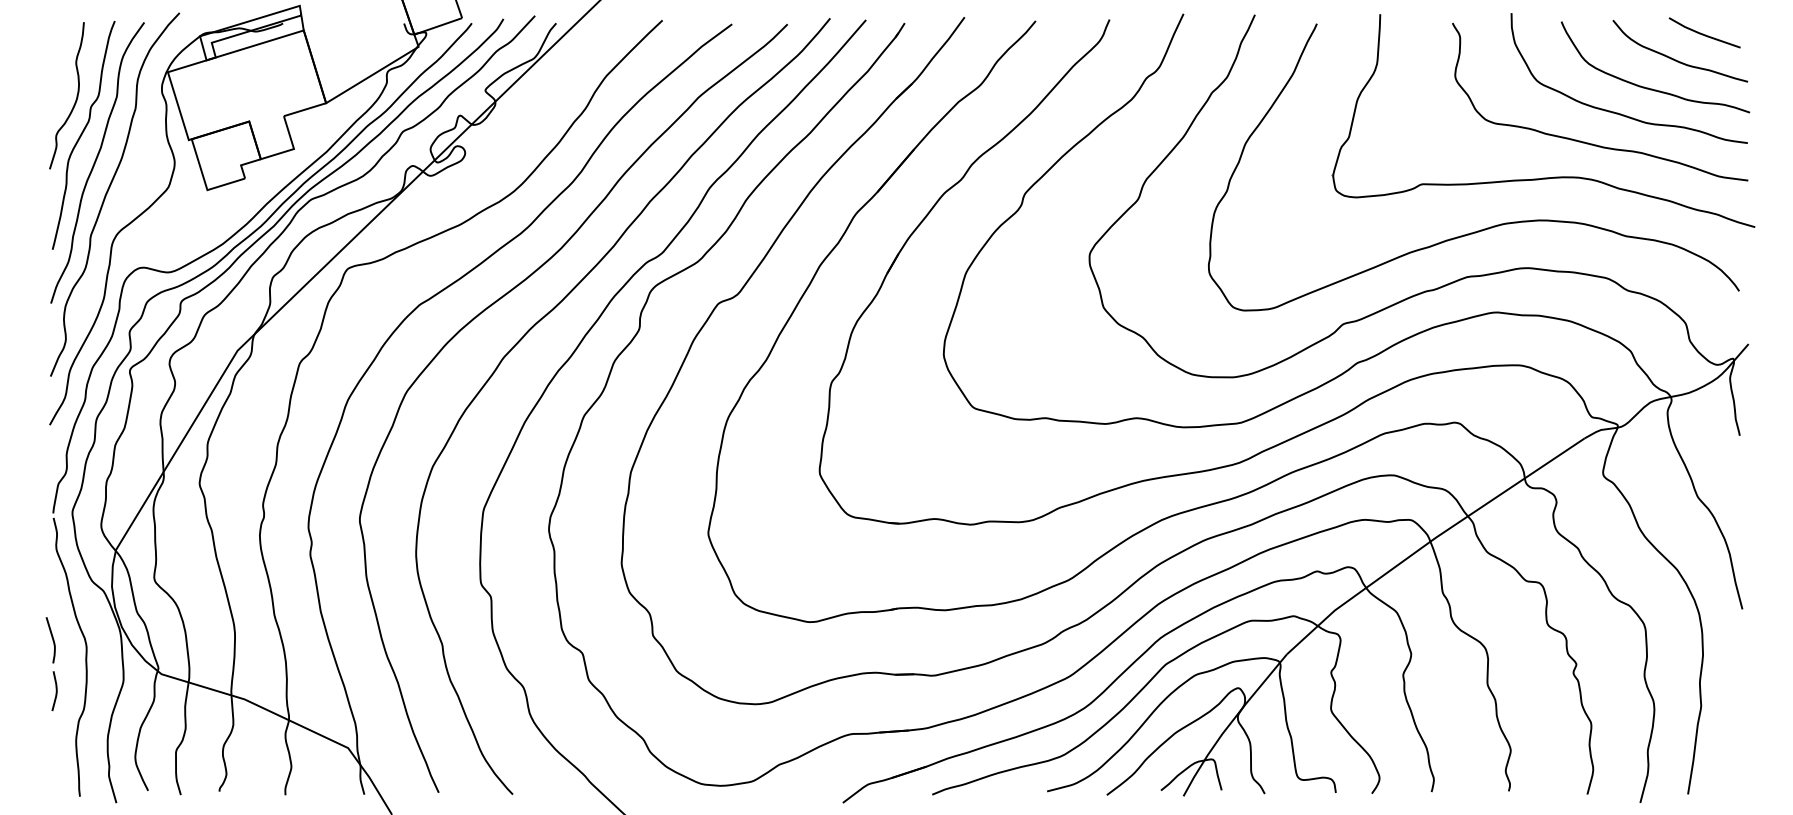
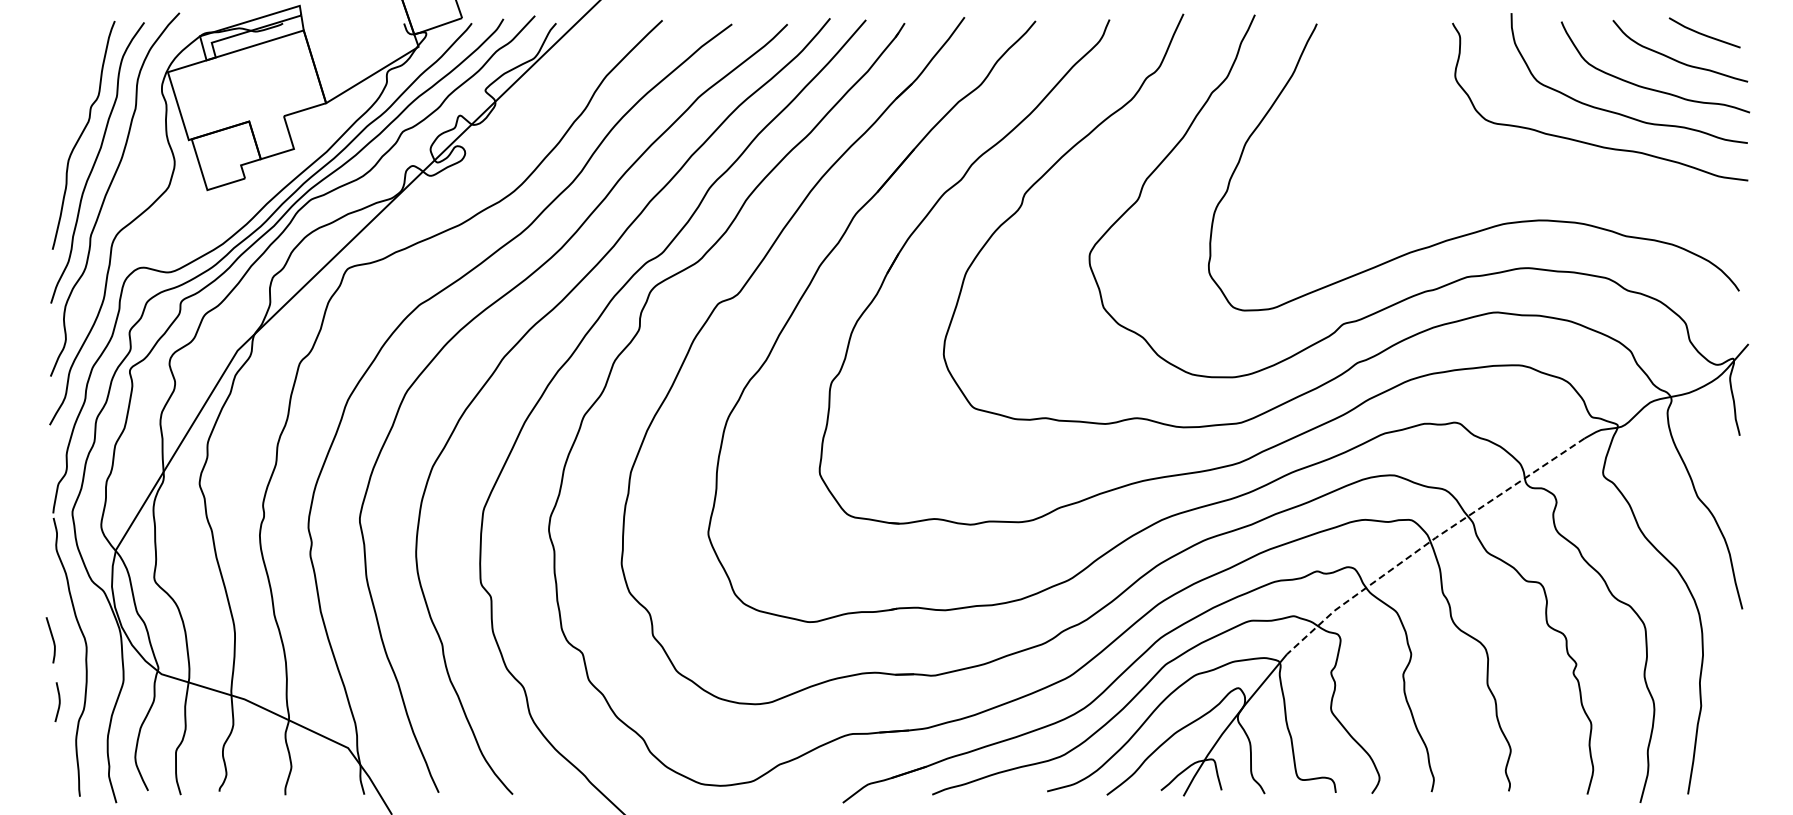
curve at (75, 99): present -> none
part at (1543, 177): present -> none
line at (1431, 540): solid -> dashed
curve at (55, 691) position: (55, 691) -> (58, 702)
